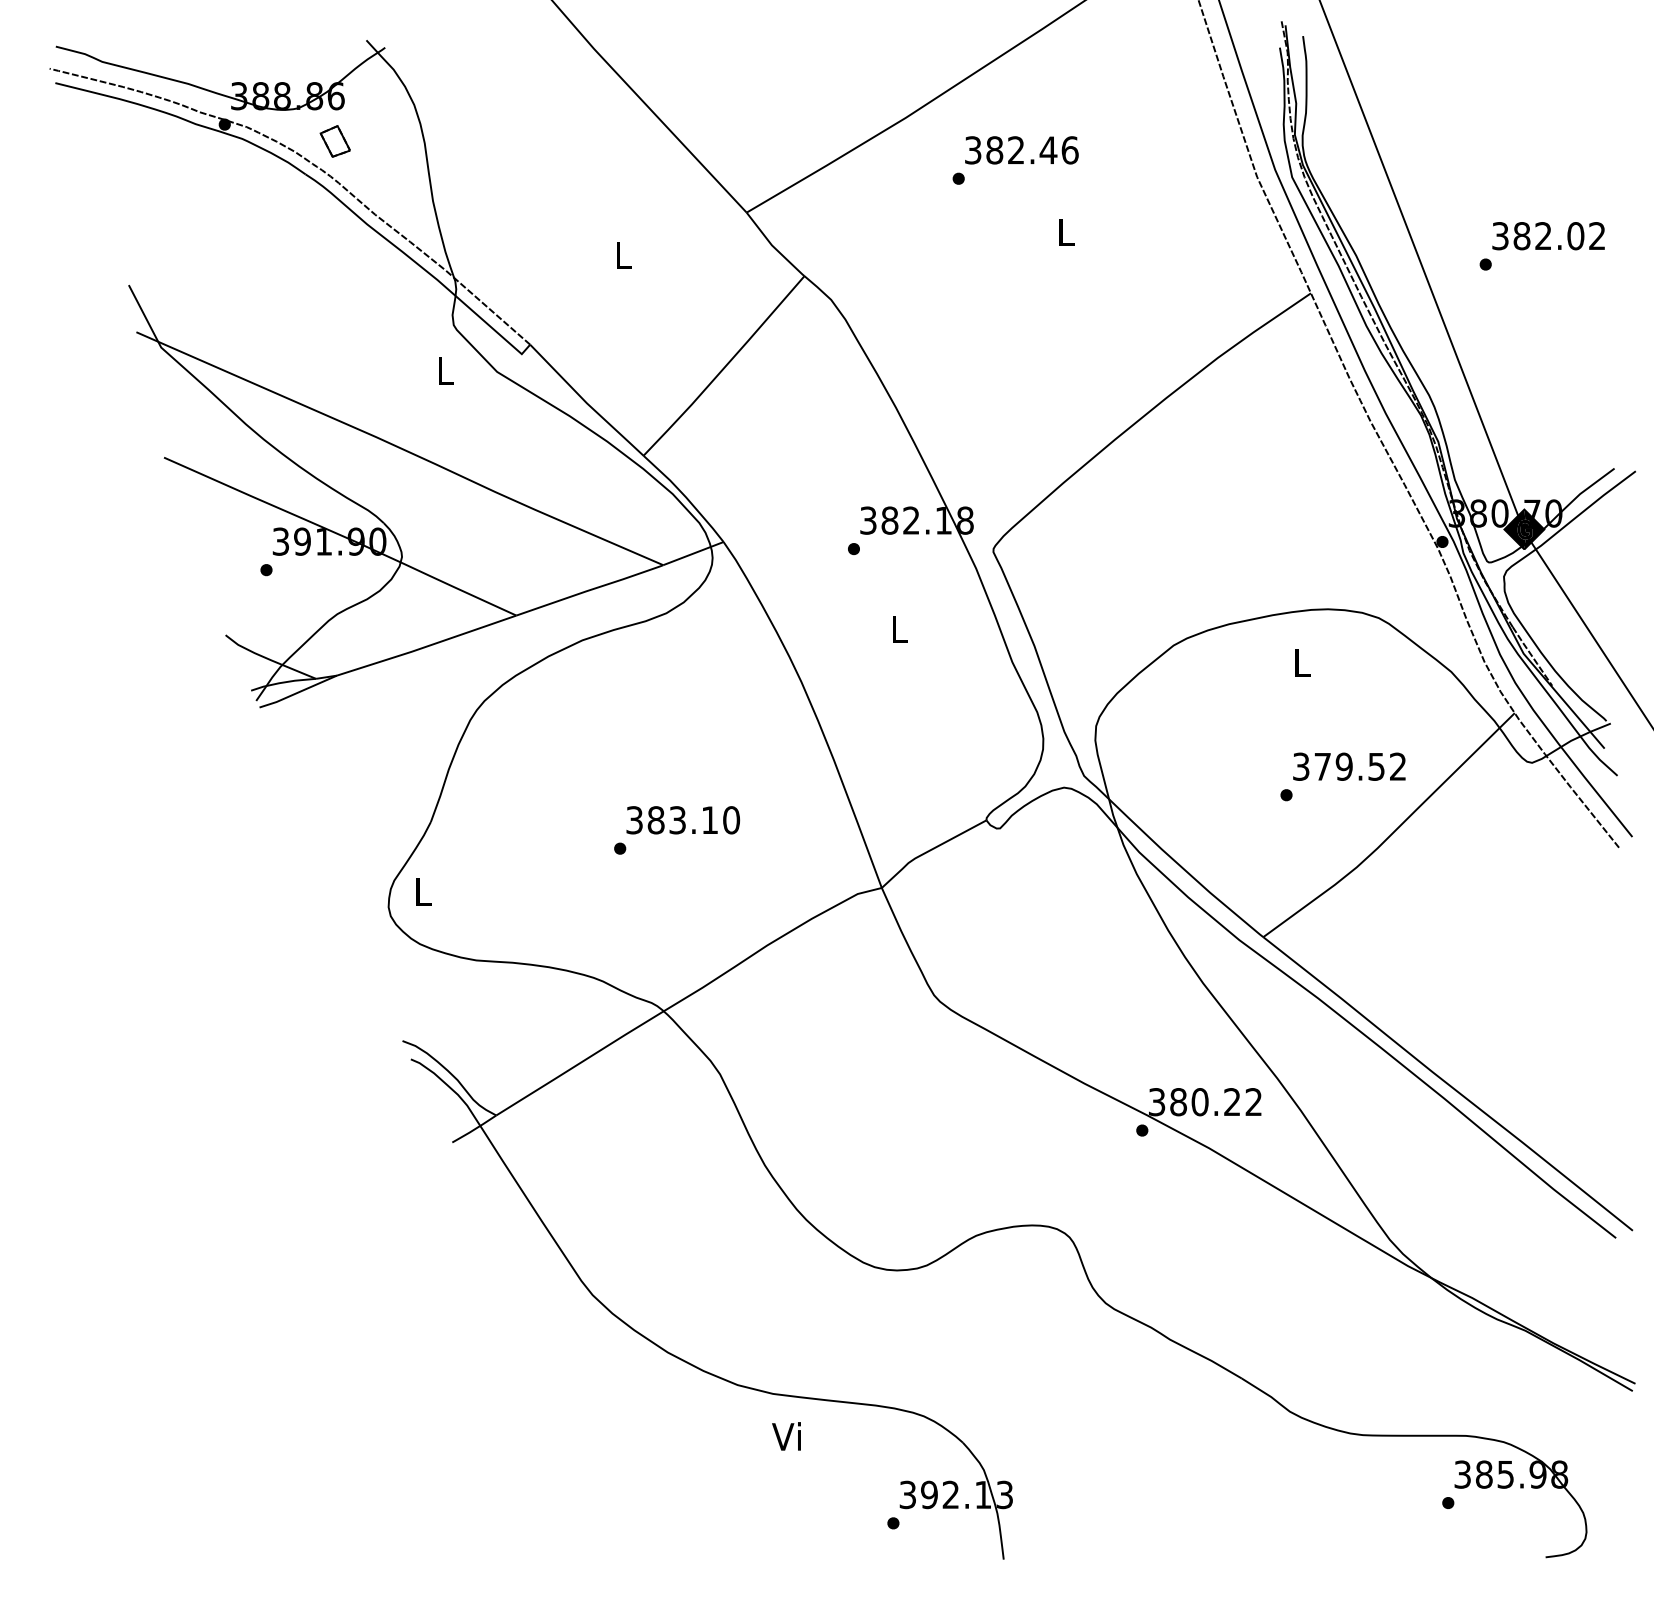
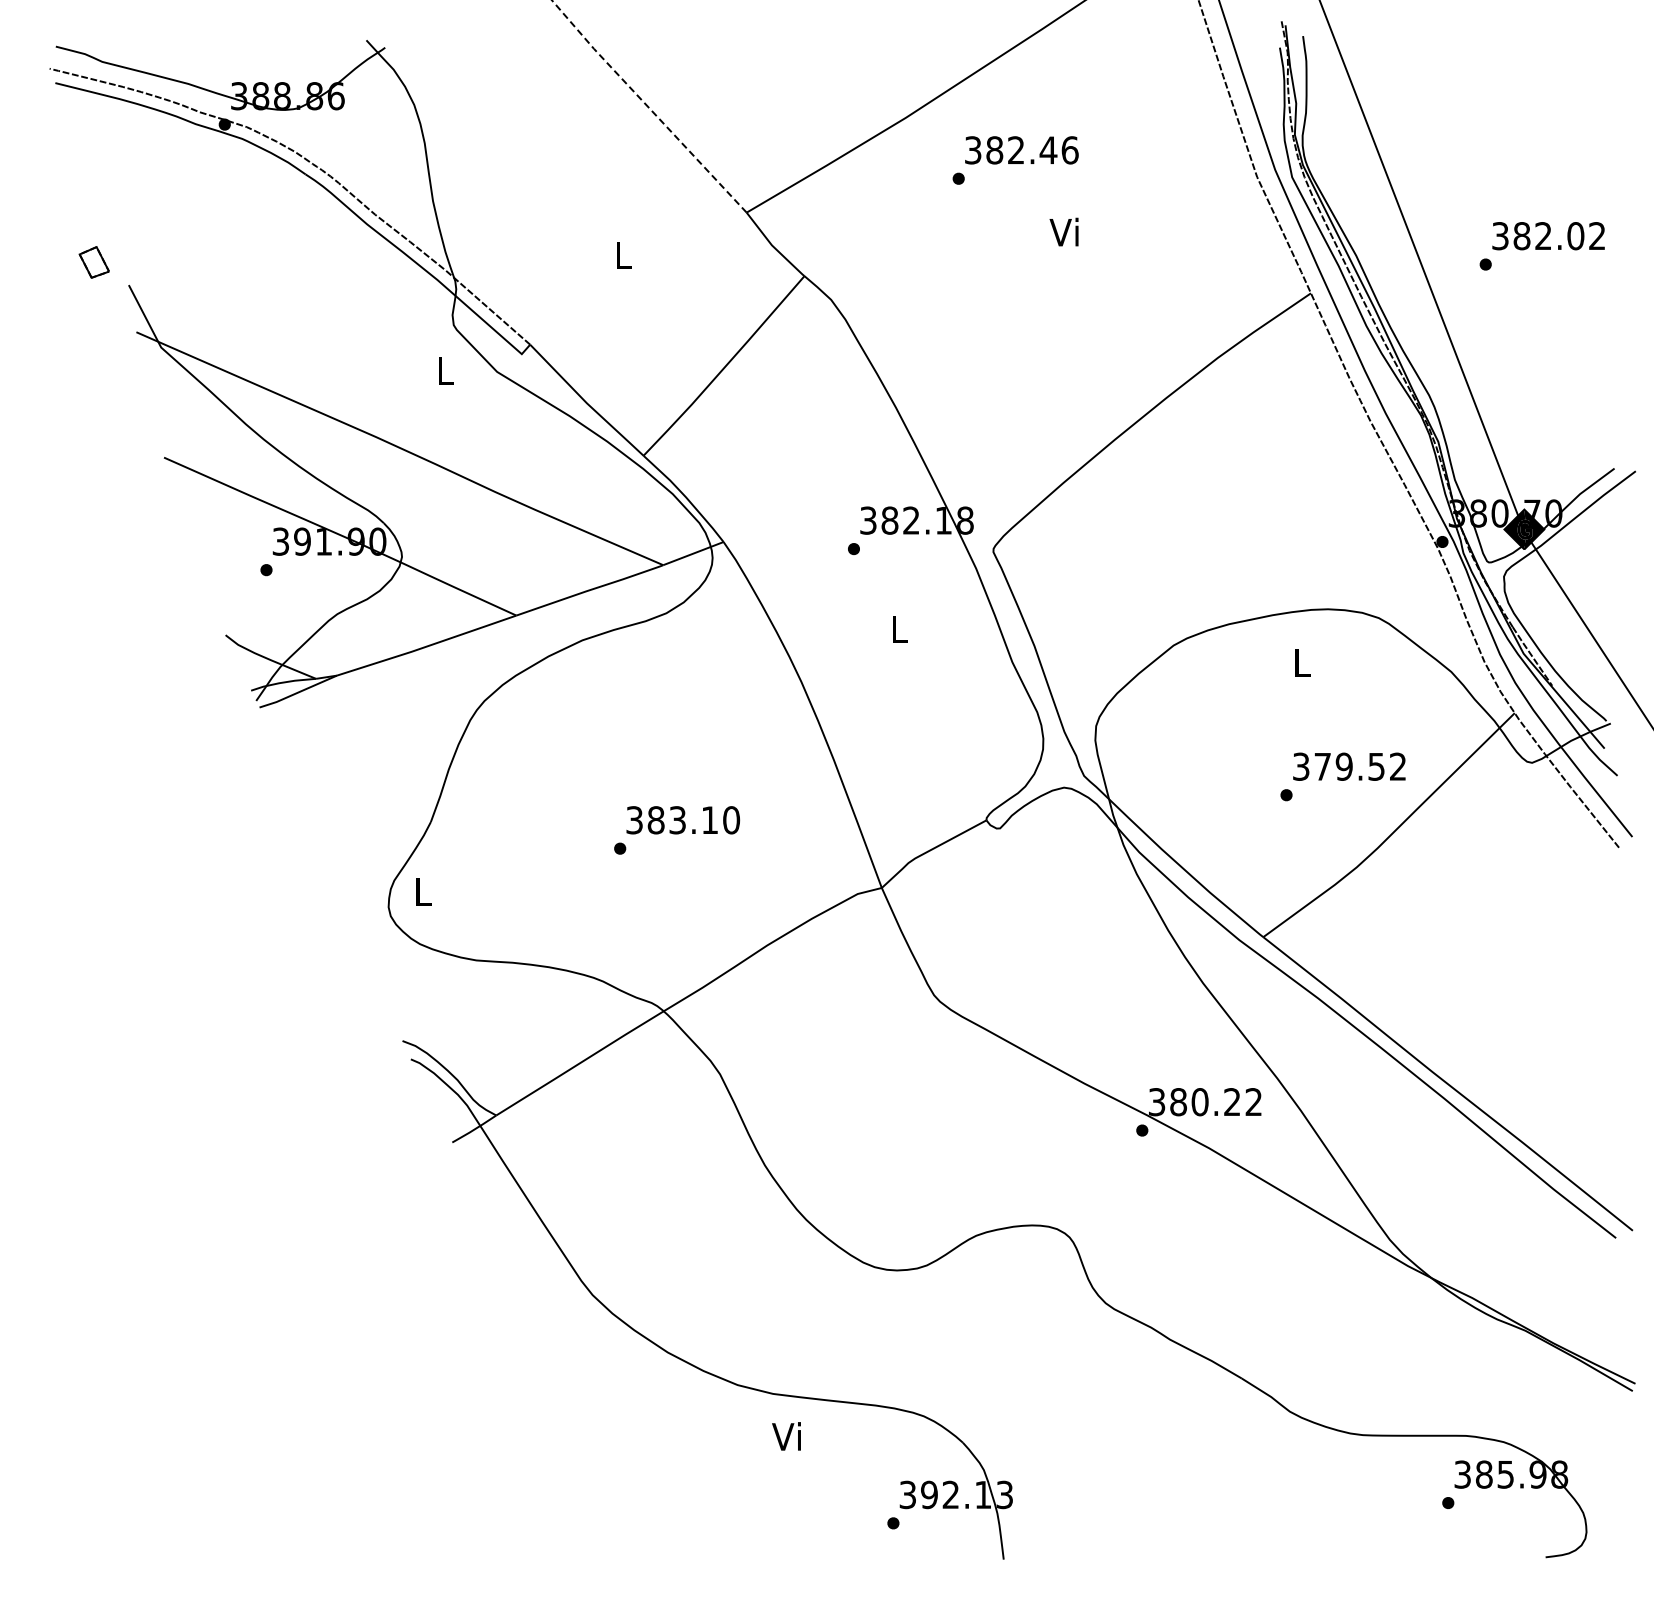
line at (647, 106): solid -> dashed
part at (334, 141) position: (334, 141) -> (93, 262)
text at (1063, 231): L -> Vi
